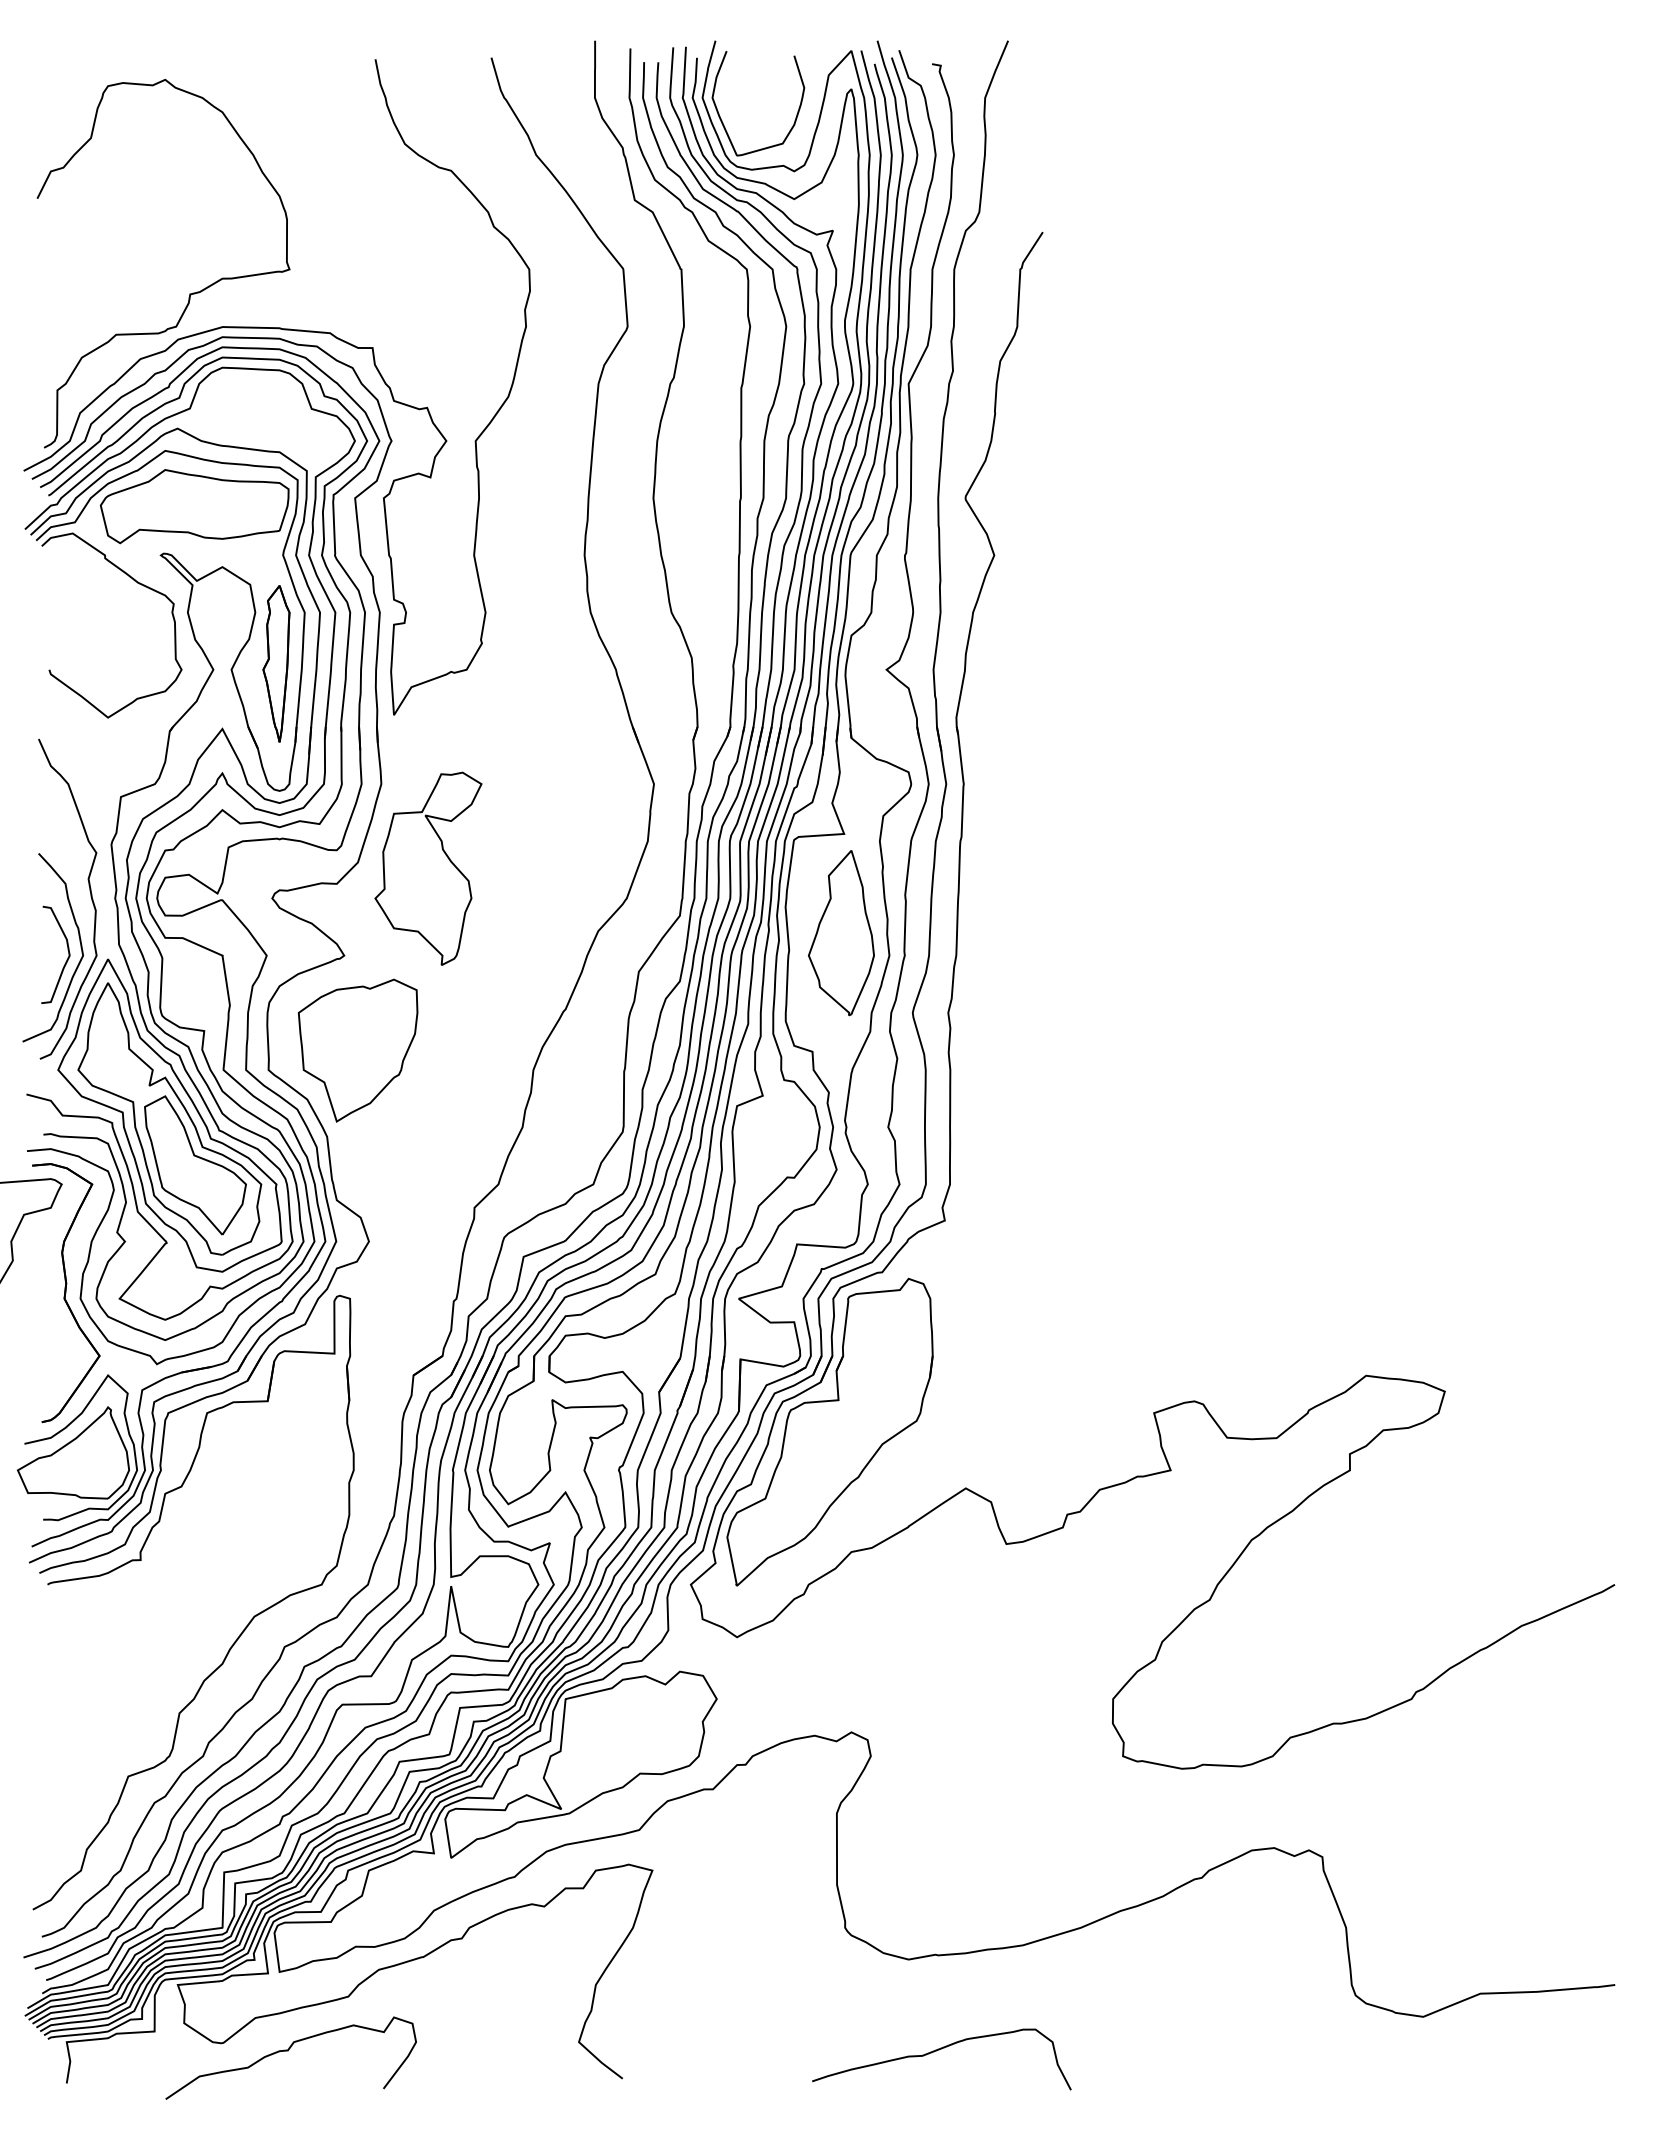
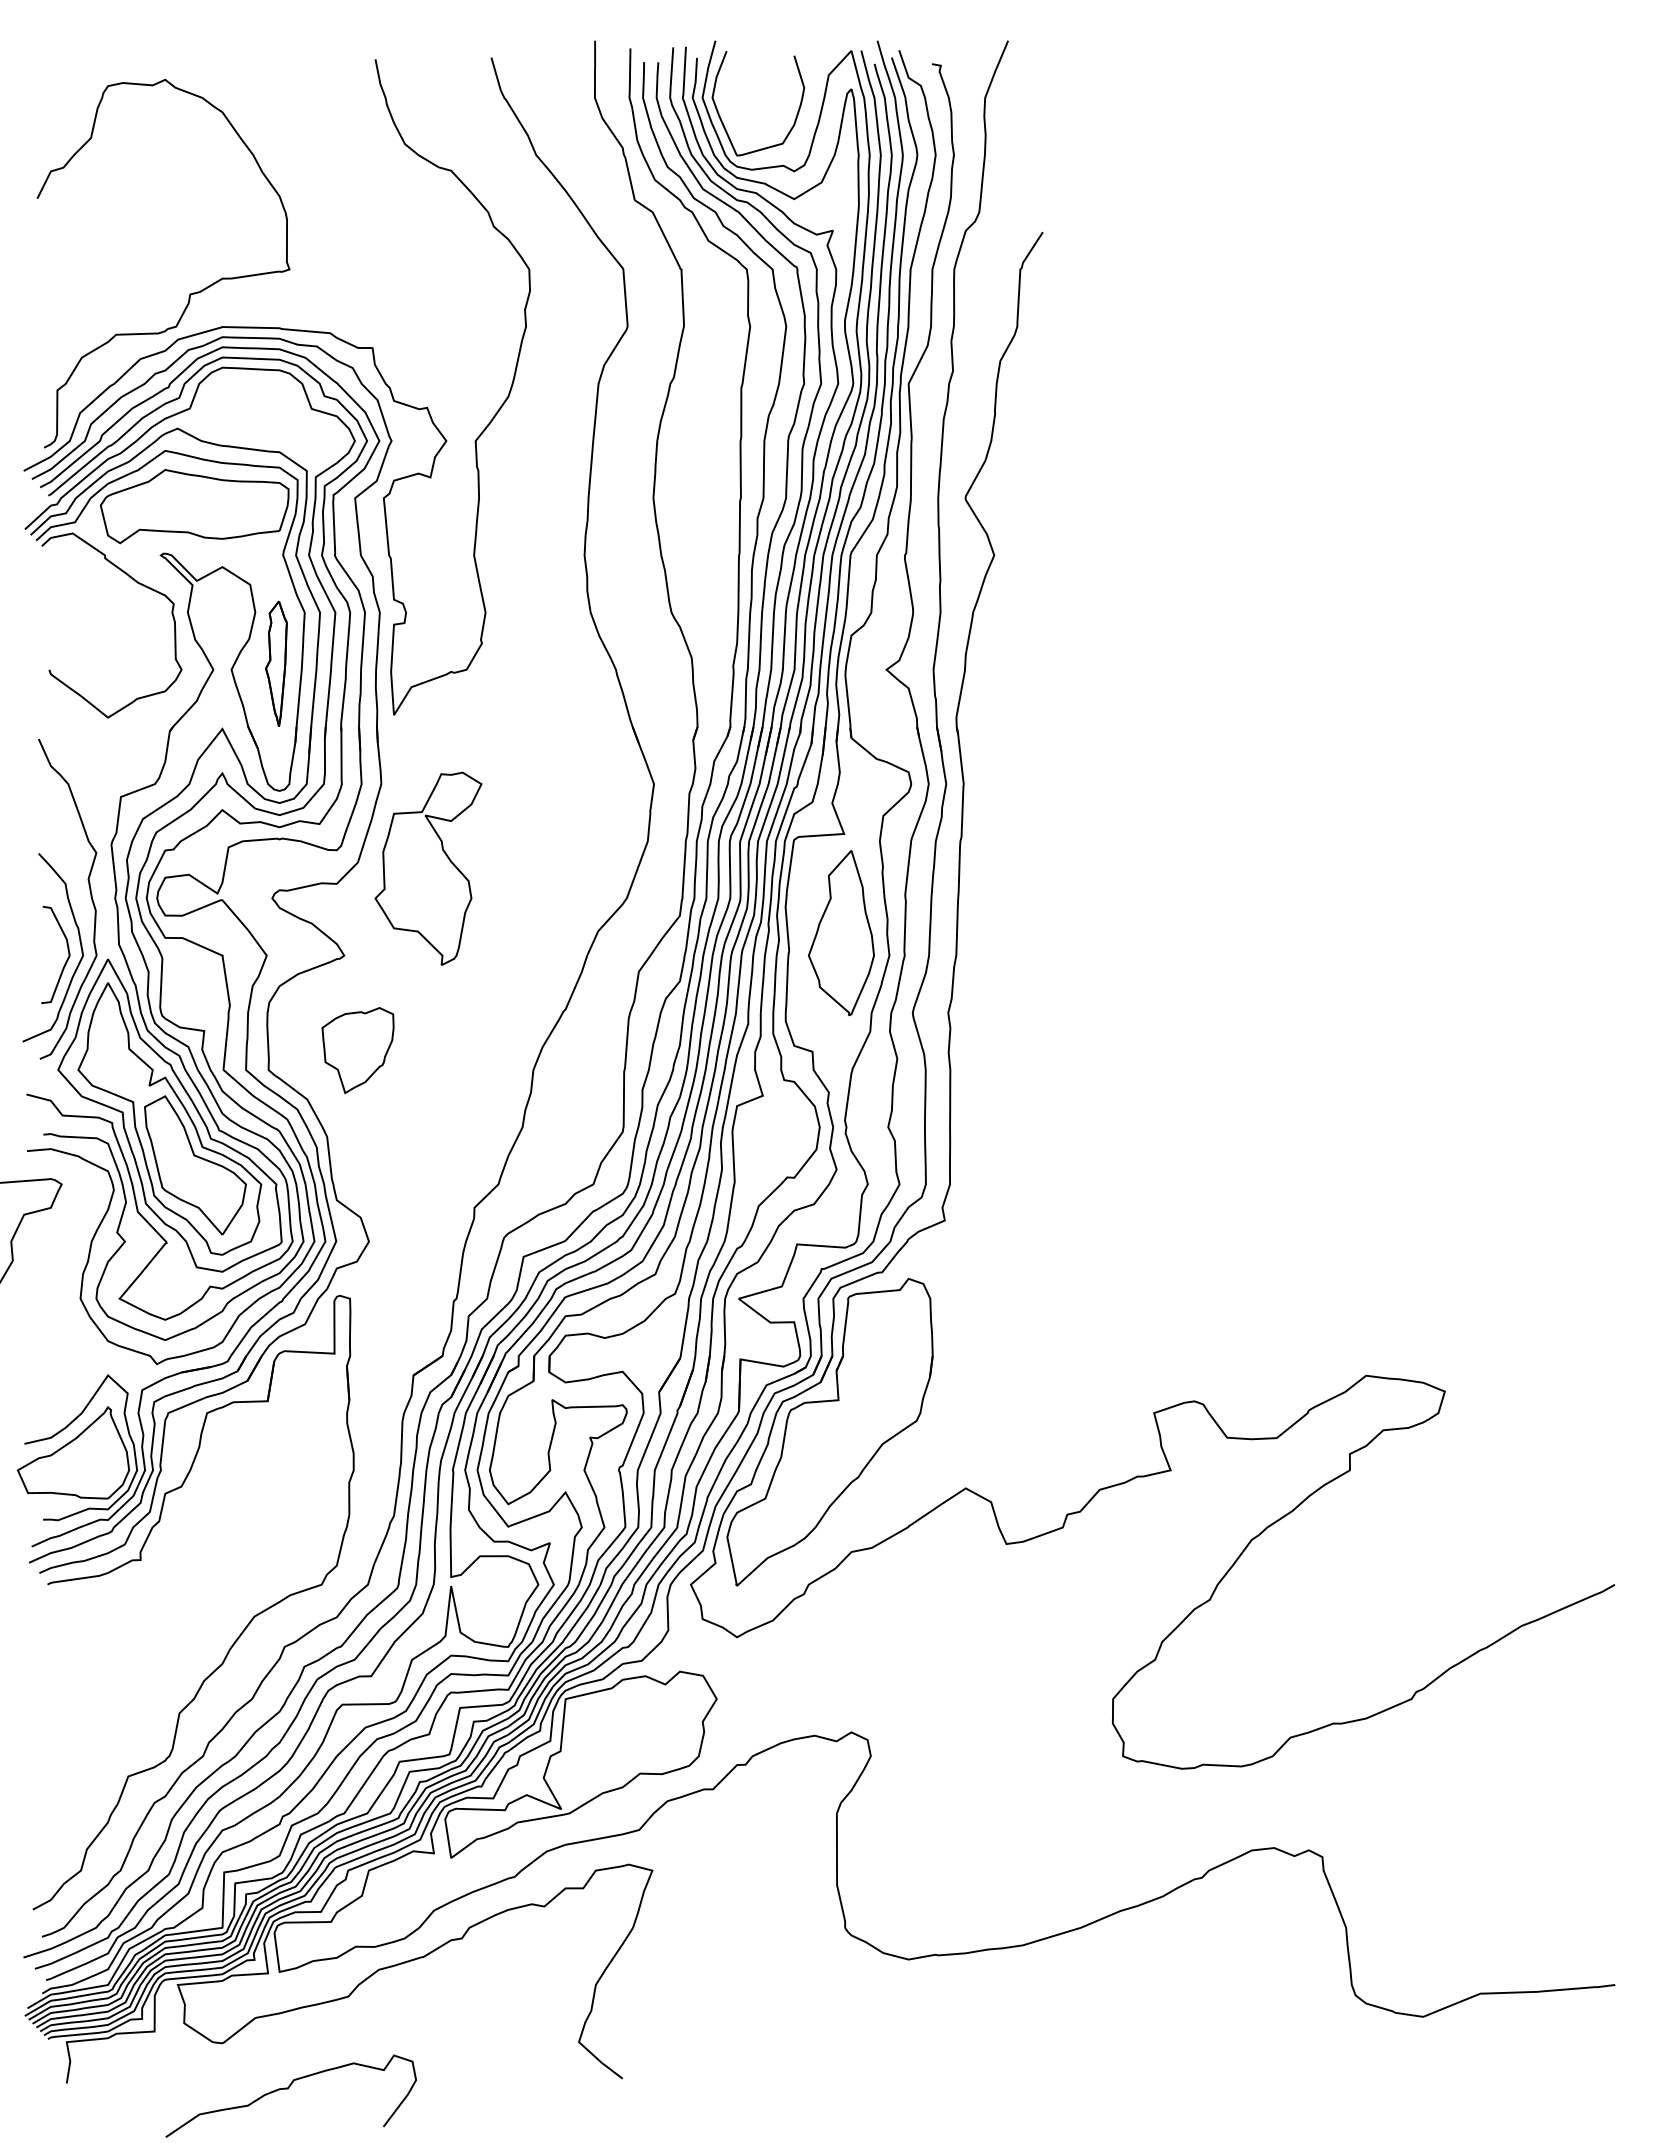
part at (276, 663) size: 29x158 px -> 23x127 px
part at (357, 1050) size: 122x145 px -> 74x88 px
part at (66, 1293): present -> none
curve at (939, 2050): present -> none
curve at (288, 2051) position: (288, 2051) -> (288, 2089)
